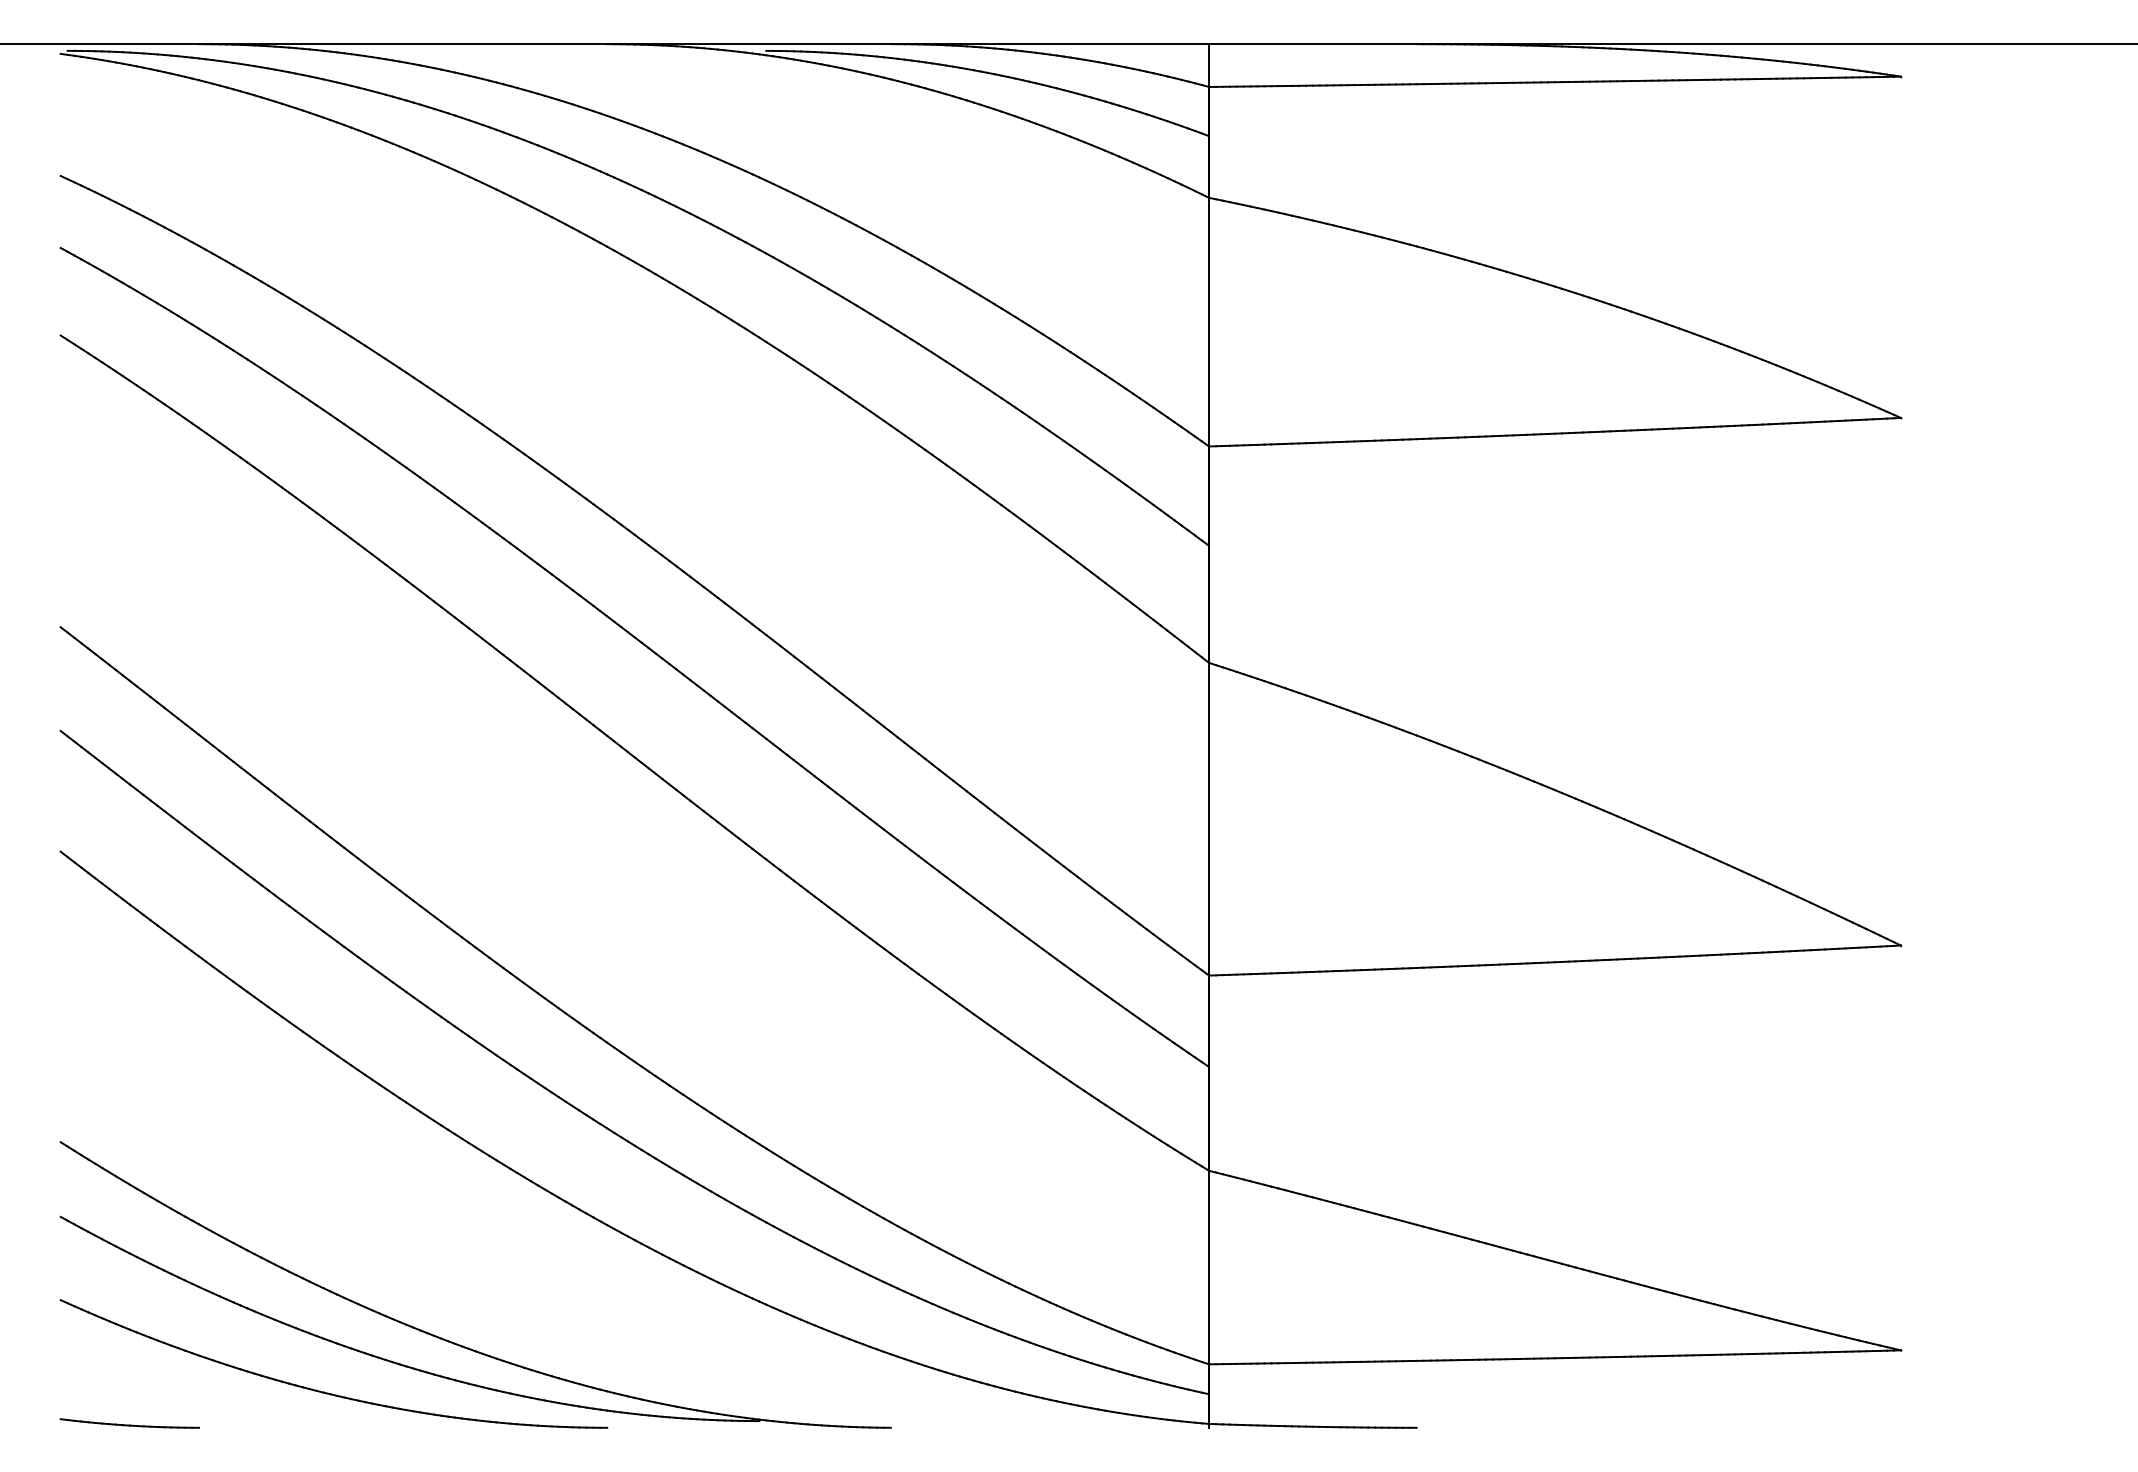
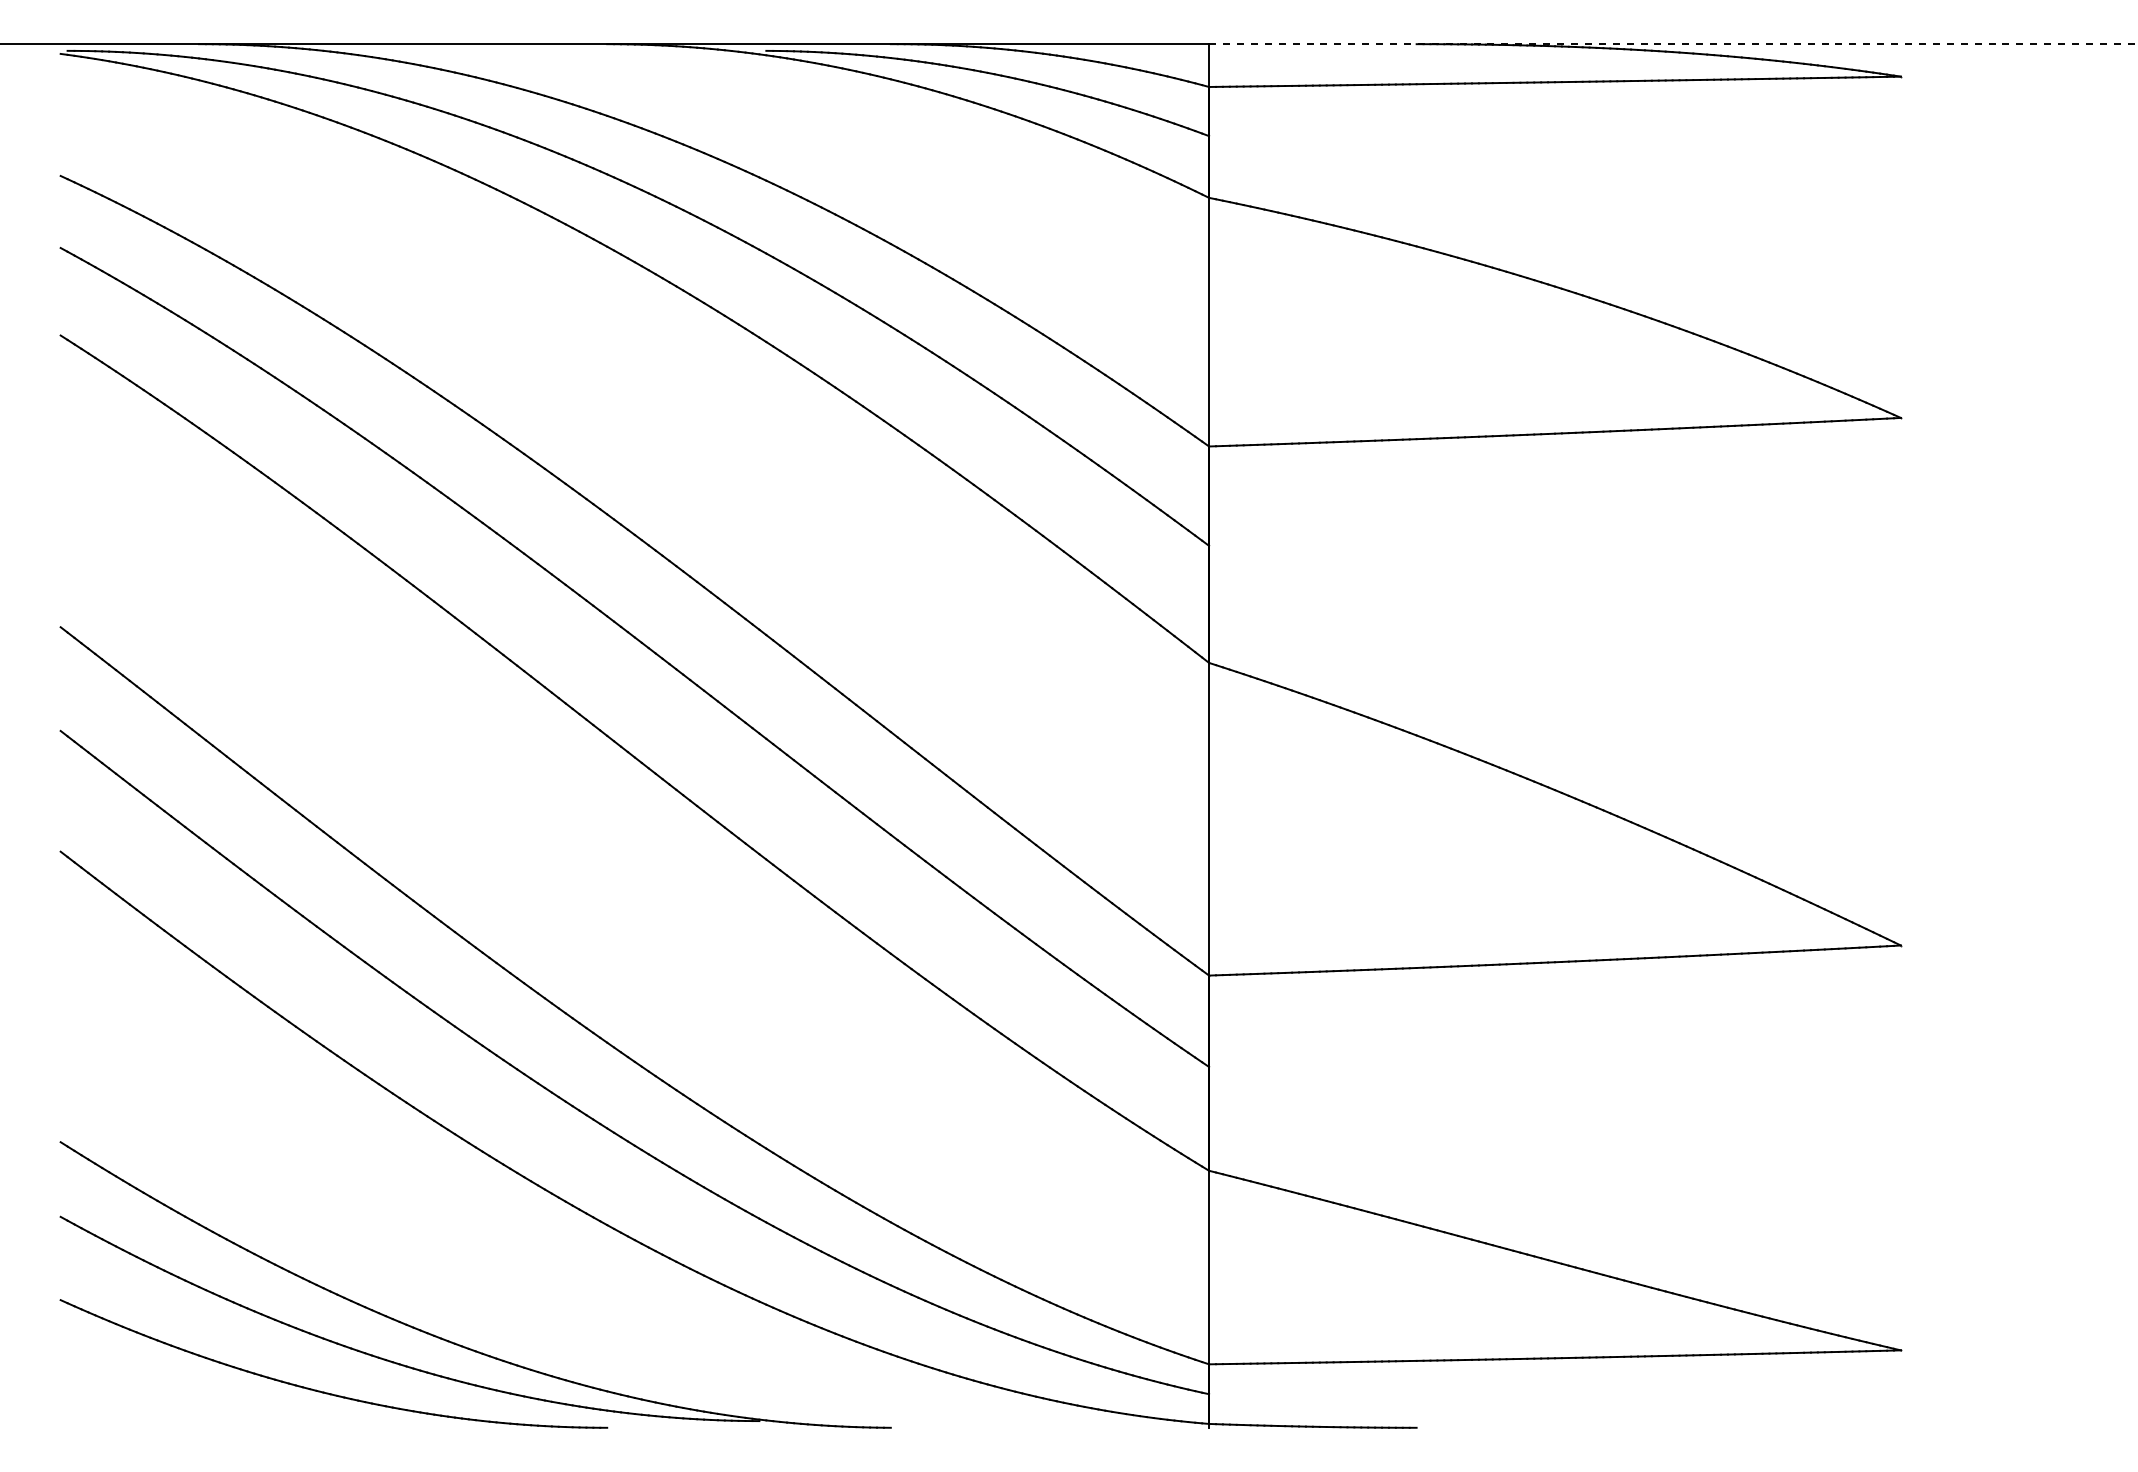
line at (1673, 44): solid -> dashed
part at (129, 1423): present -> none
